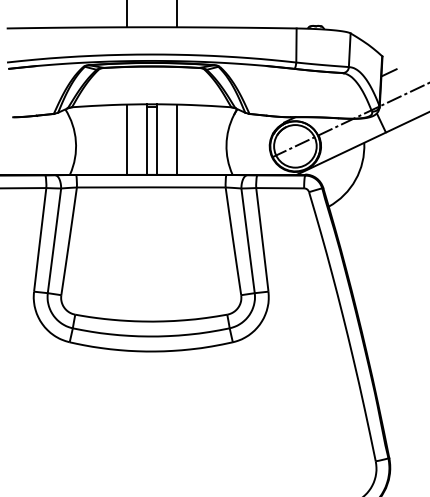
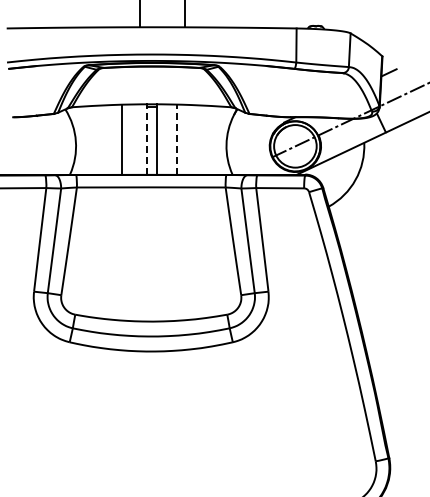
line at (126, 14) position: (126, 14) -> (139, 14)
line at (176, 14) position: (176, 14) -> (184, 14)
line at (126, 139) position: (126, 139) -> (121, 139)
line at (176, 139): solid -> dashed
line at (146, 141): solid -> dashed
